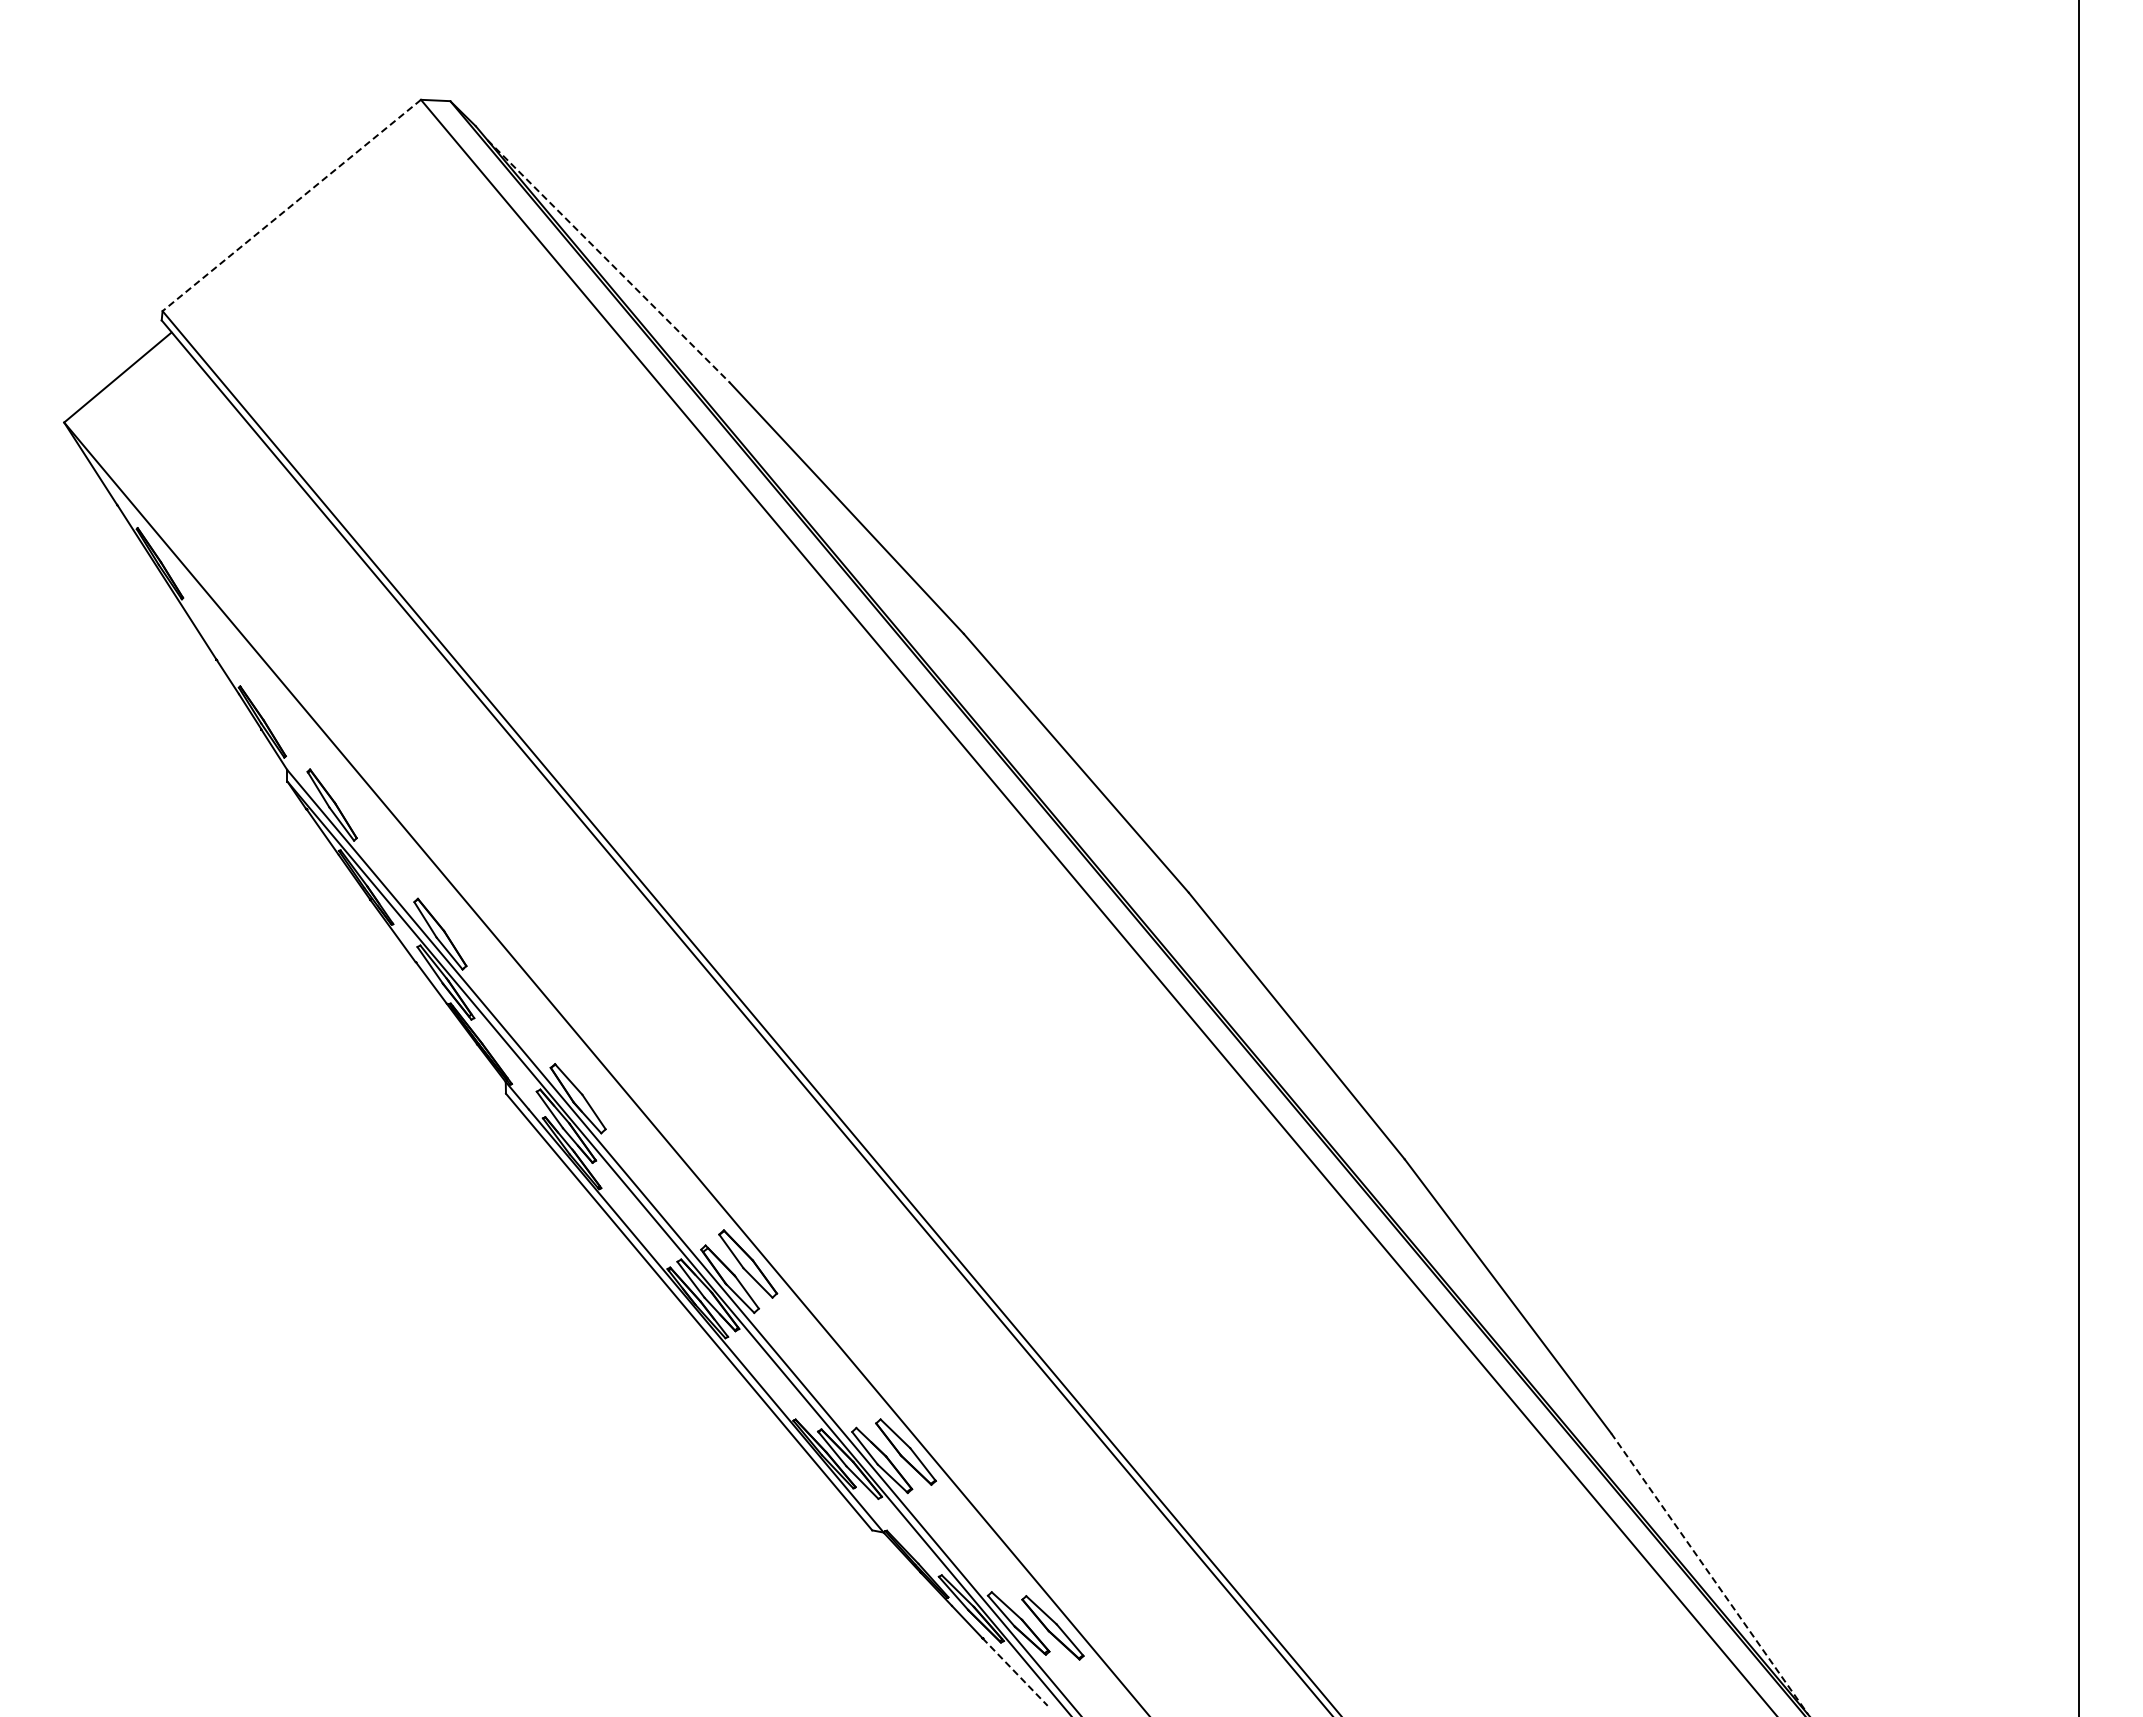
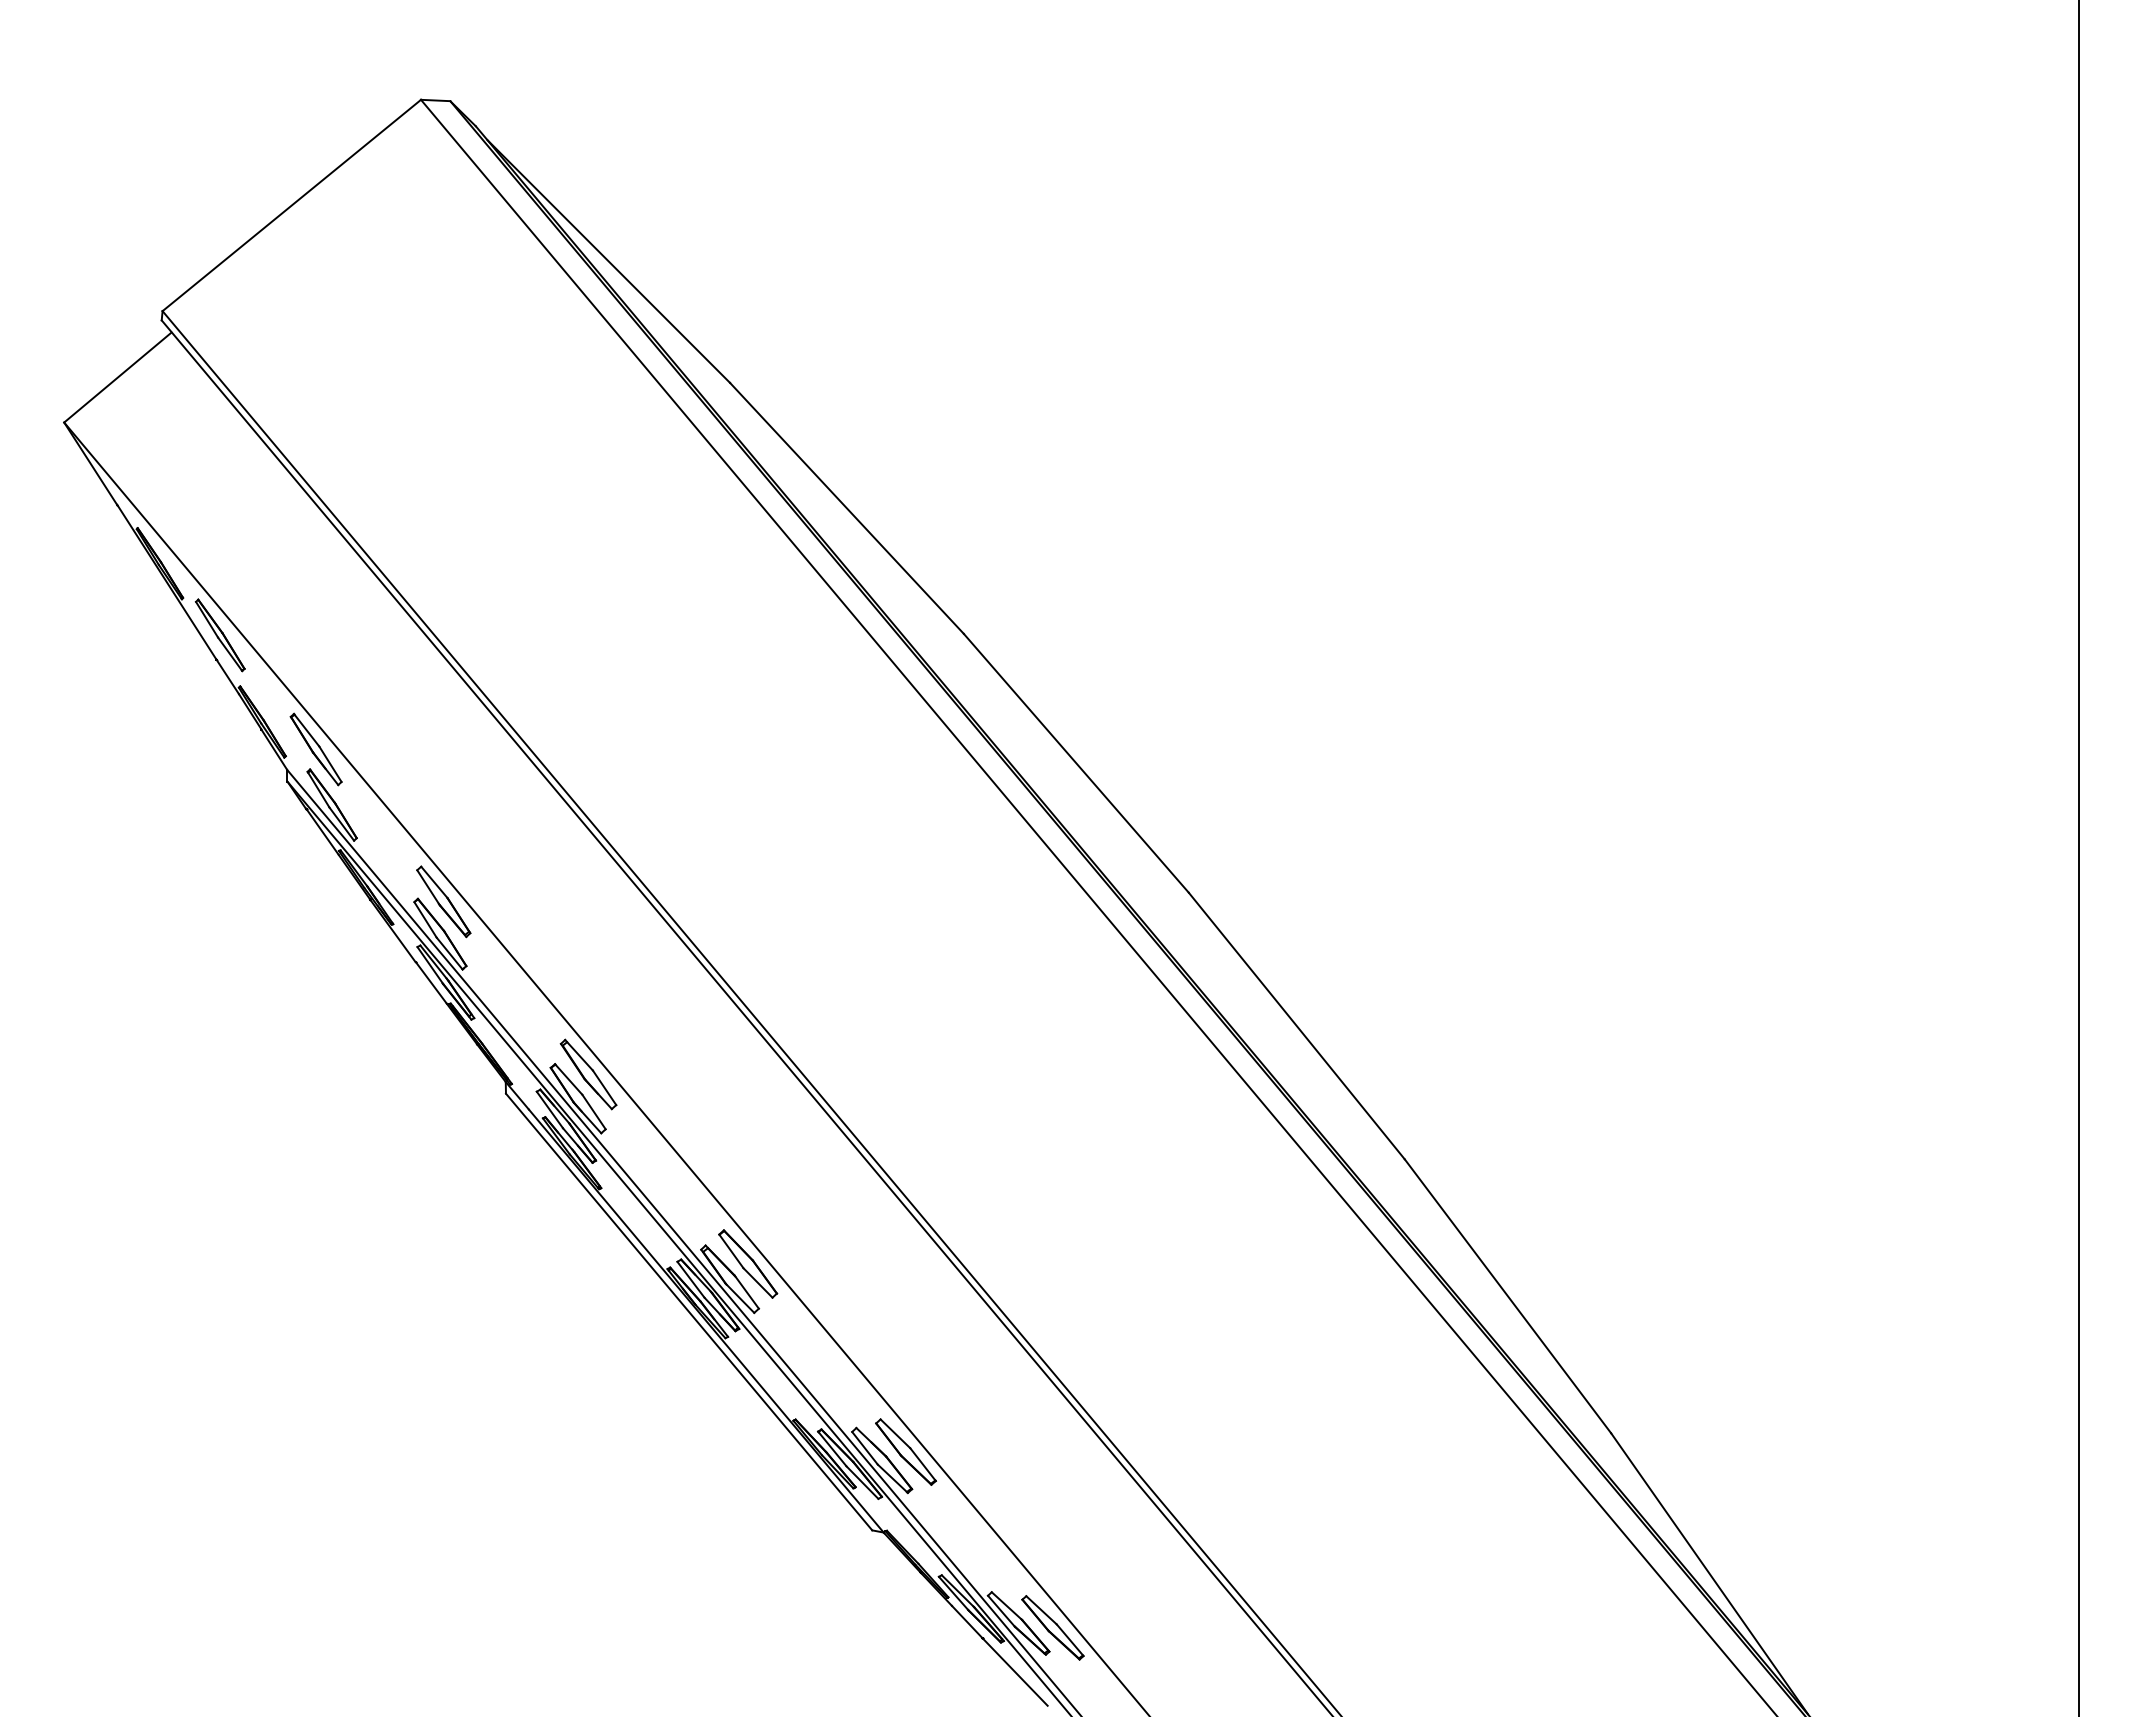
line at (291, 205): dashed -> solid
line at (608, 261): dashed -> solid
part at (219, 635): none -> present
part at (315, 749): none -> present
part at (443, 901): none -> present
part at (588, 1074): none -> present
line at (1709, 1574): dashed -> solid
line at (1015, 1672): dashed -> solid
